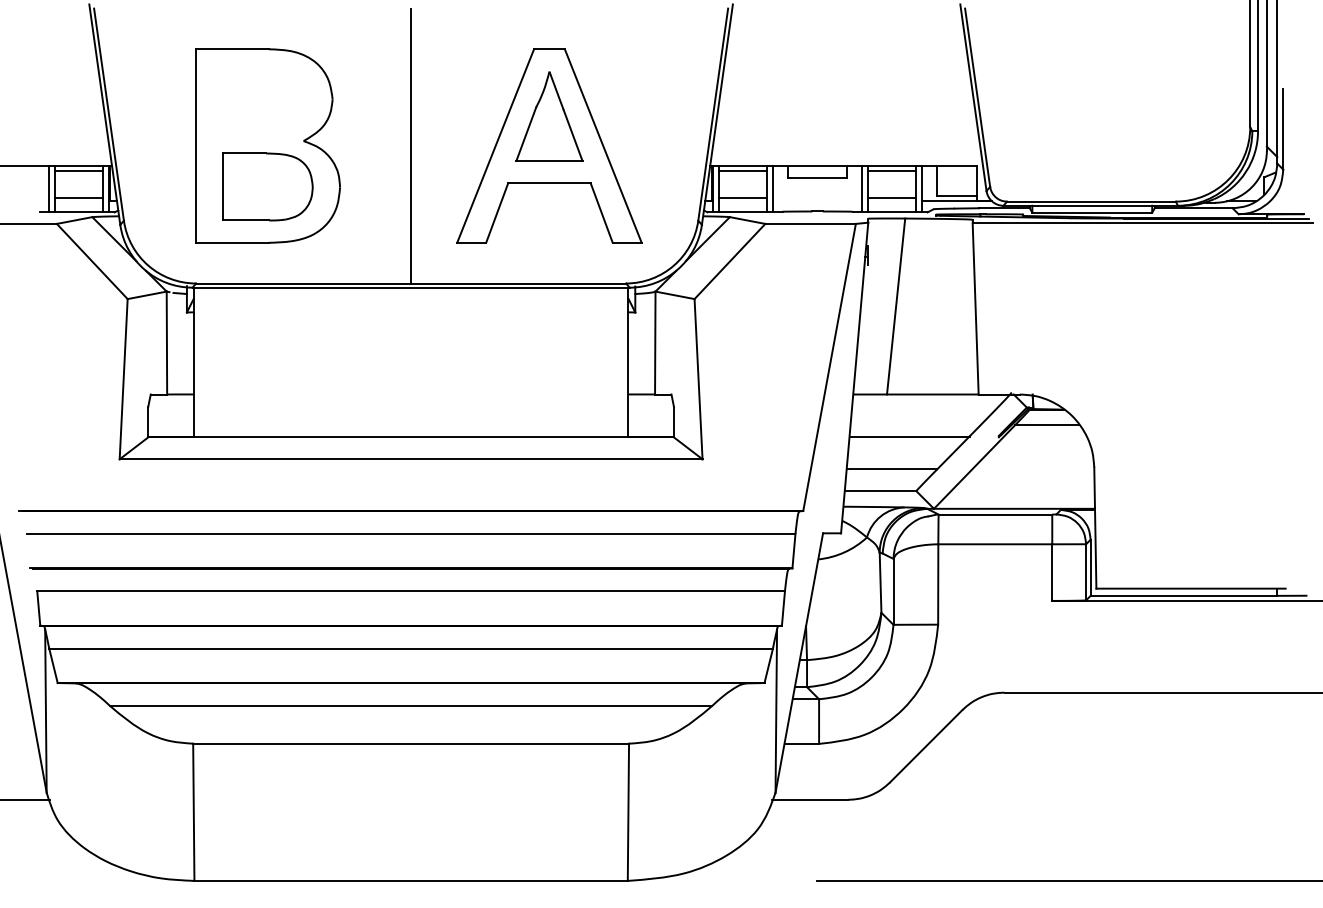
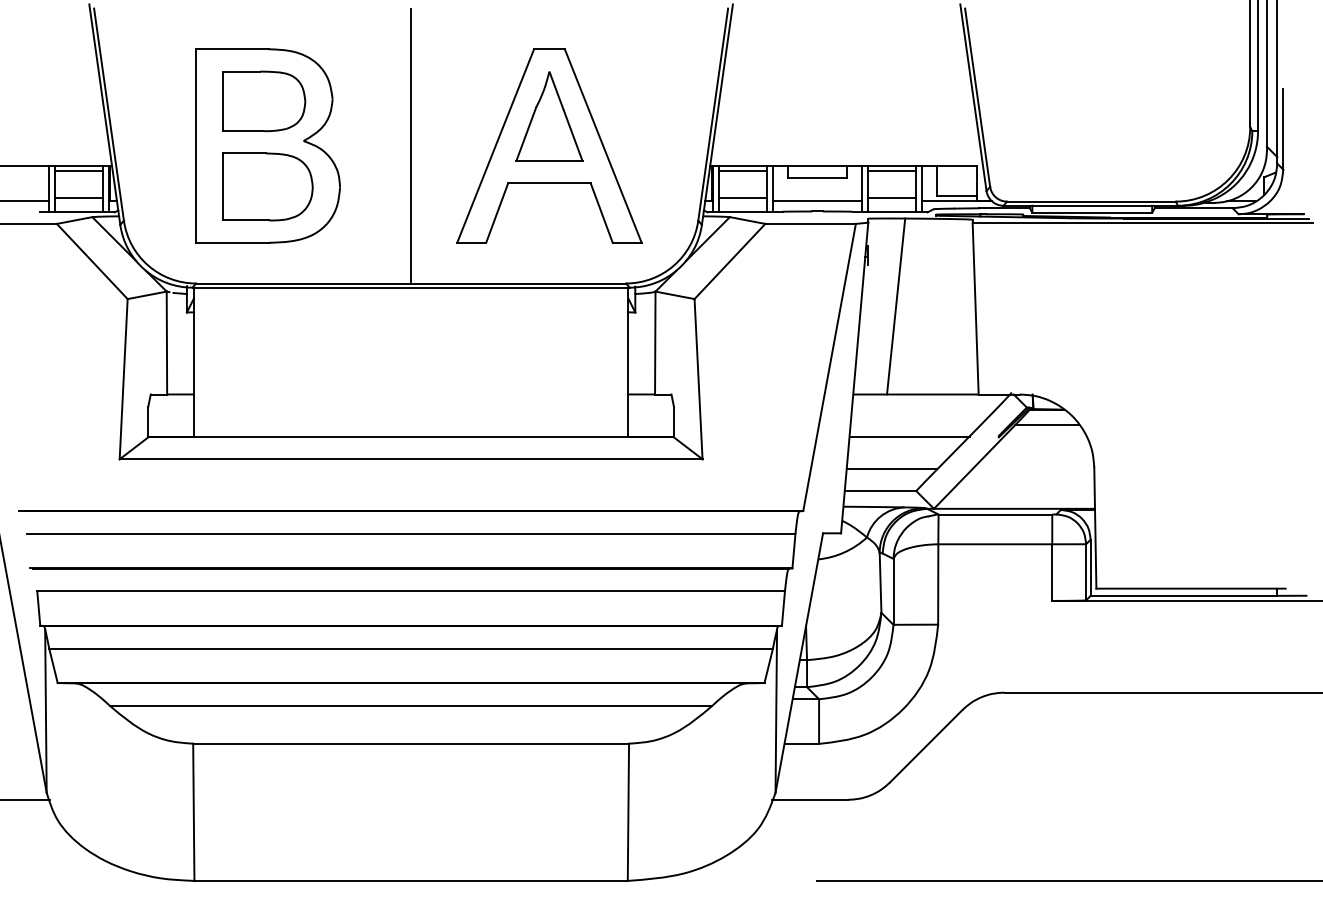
part at (264, 100): none -> present
line at (25, 201): none -> present
line at (817, 201): none -> present
